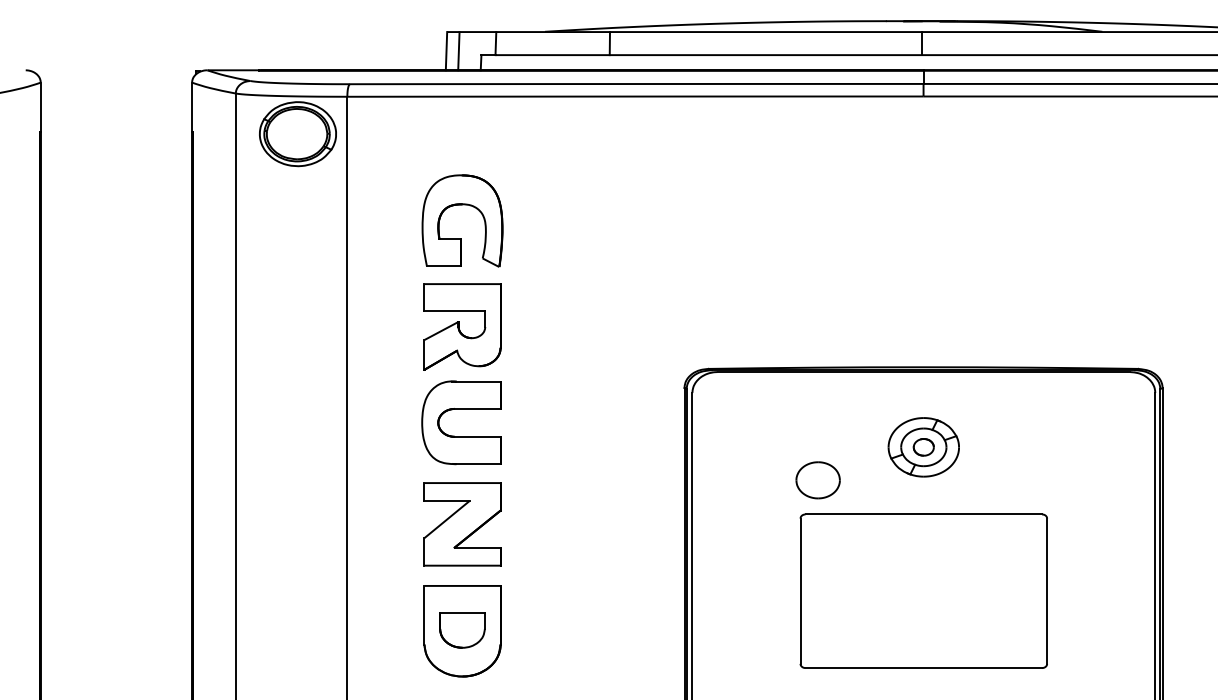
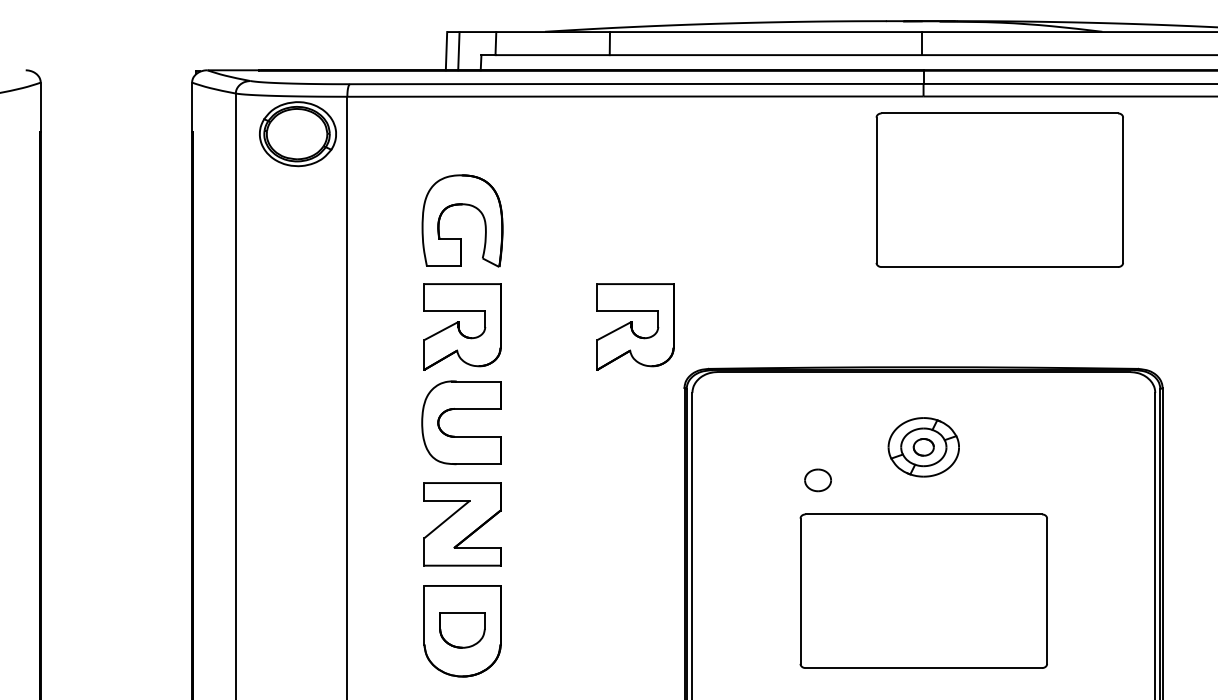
part at (999, 189): none -> present
part at (635, 326): none -> present
part at (817, 480) size: 46x39 px -> 28x25 px
